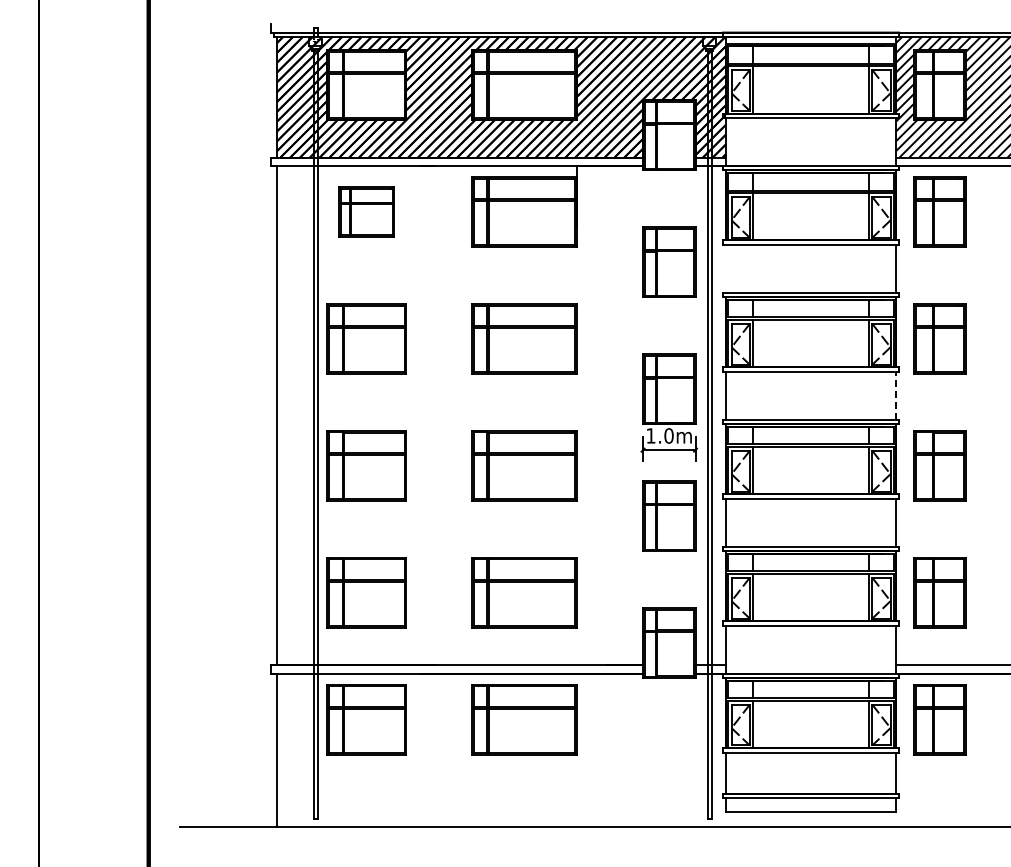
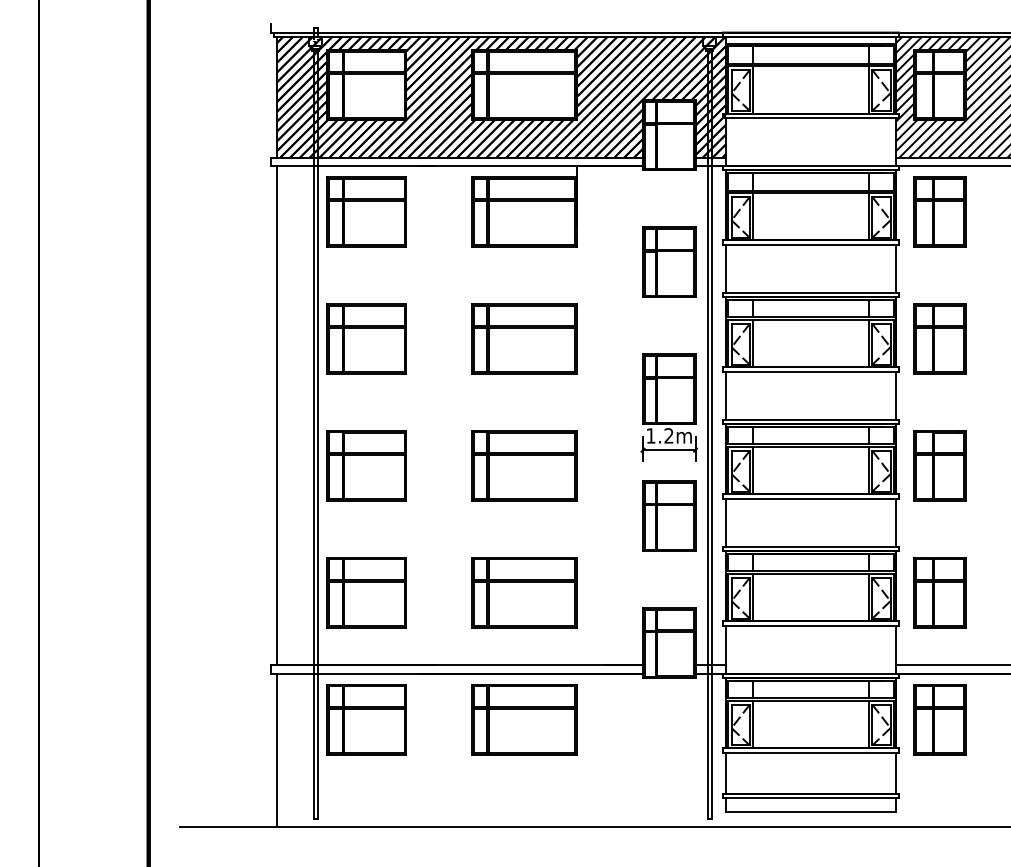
part at (366, 211) size: 57x52 px -> 81x72 px
line at (725, 268): none -> present
line at (896, 395): dashed -> solid
text at (668, 435): 1.0m -> 1.2m
